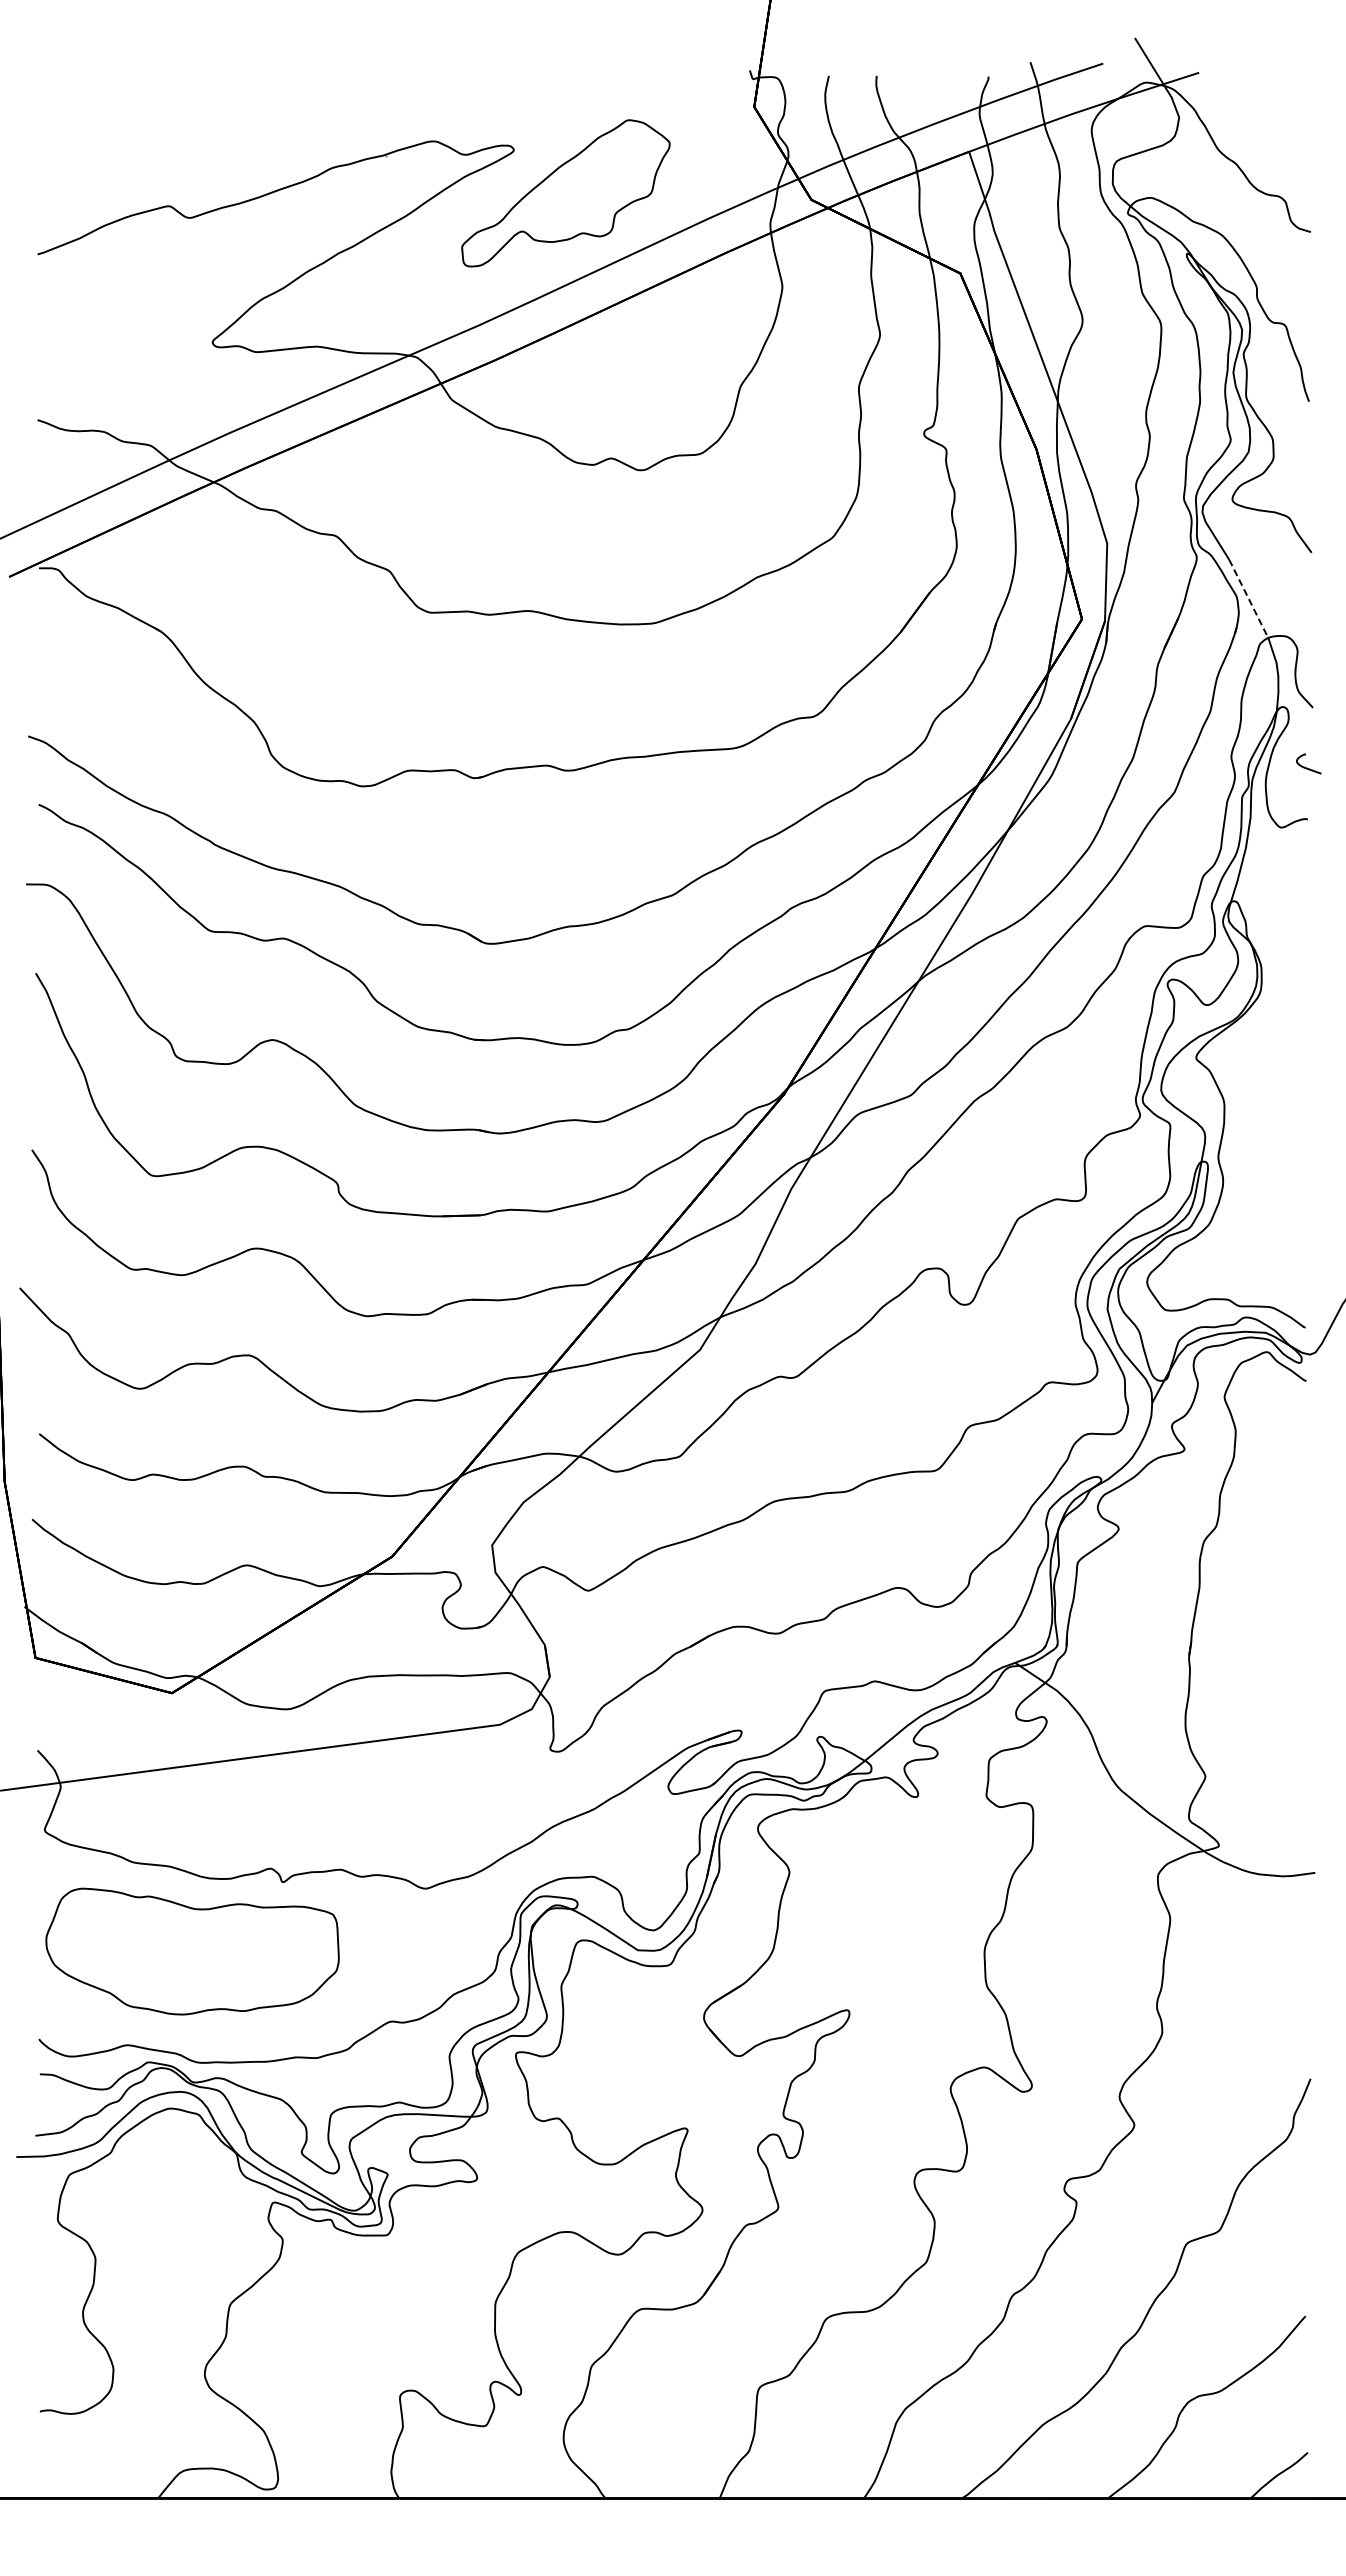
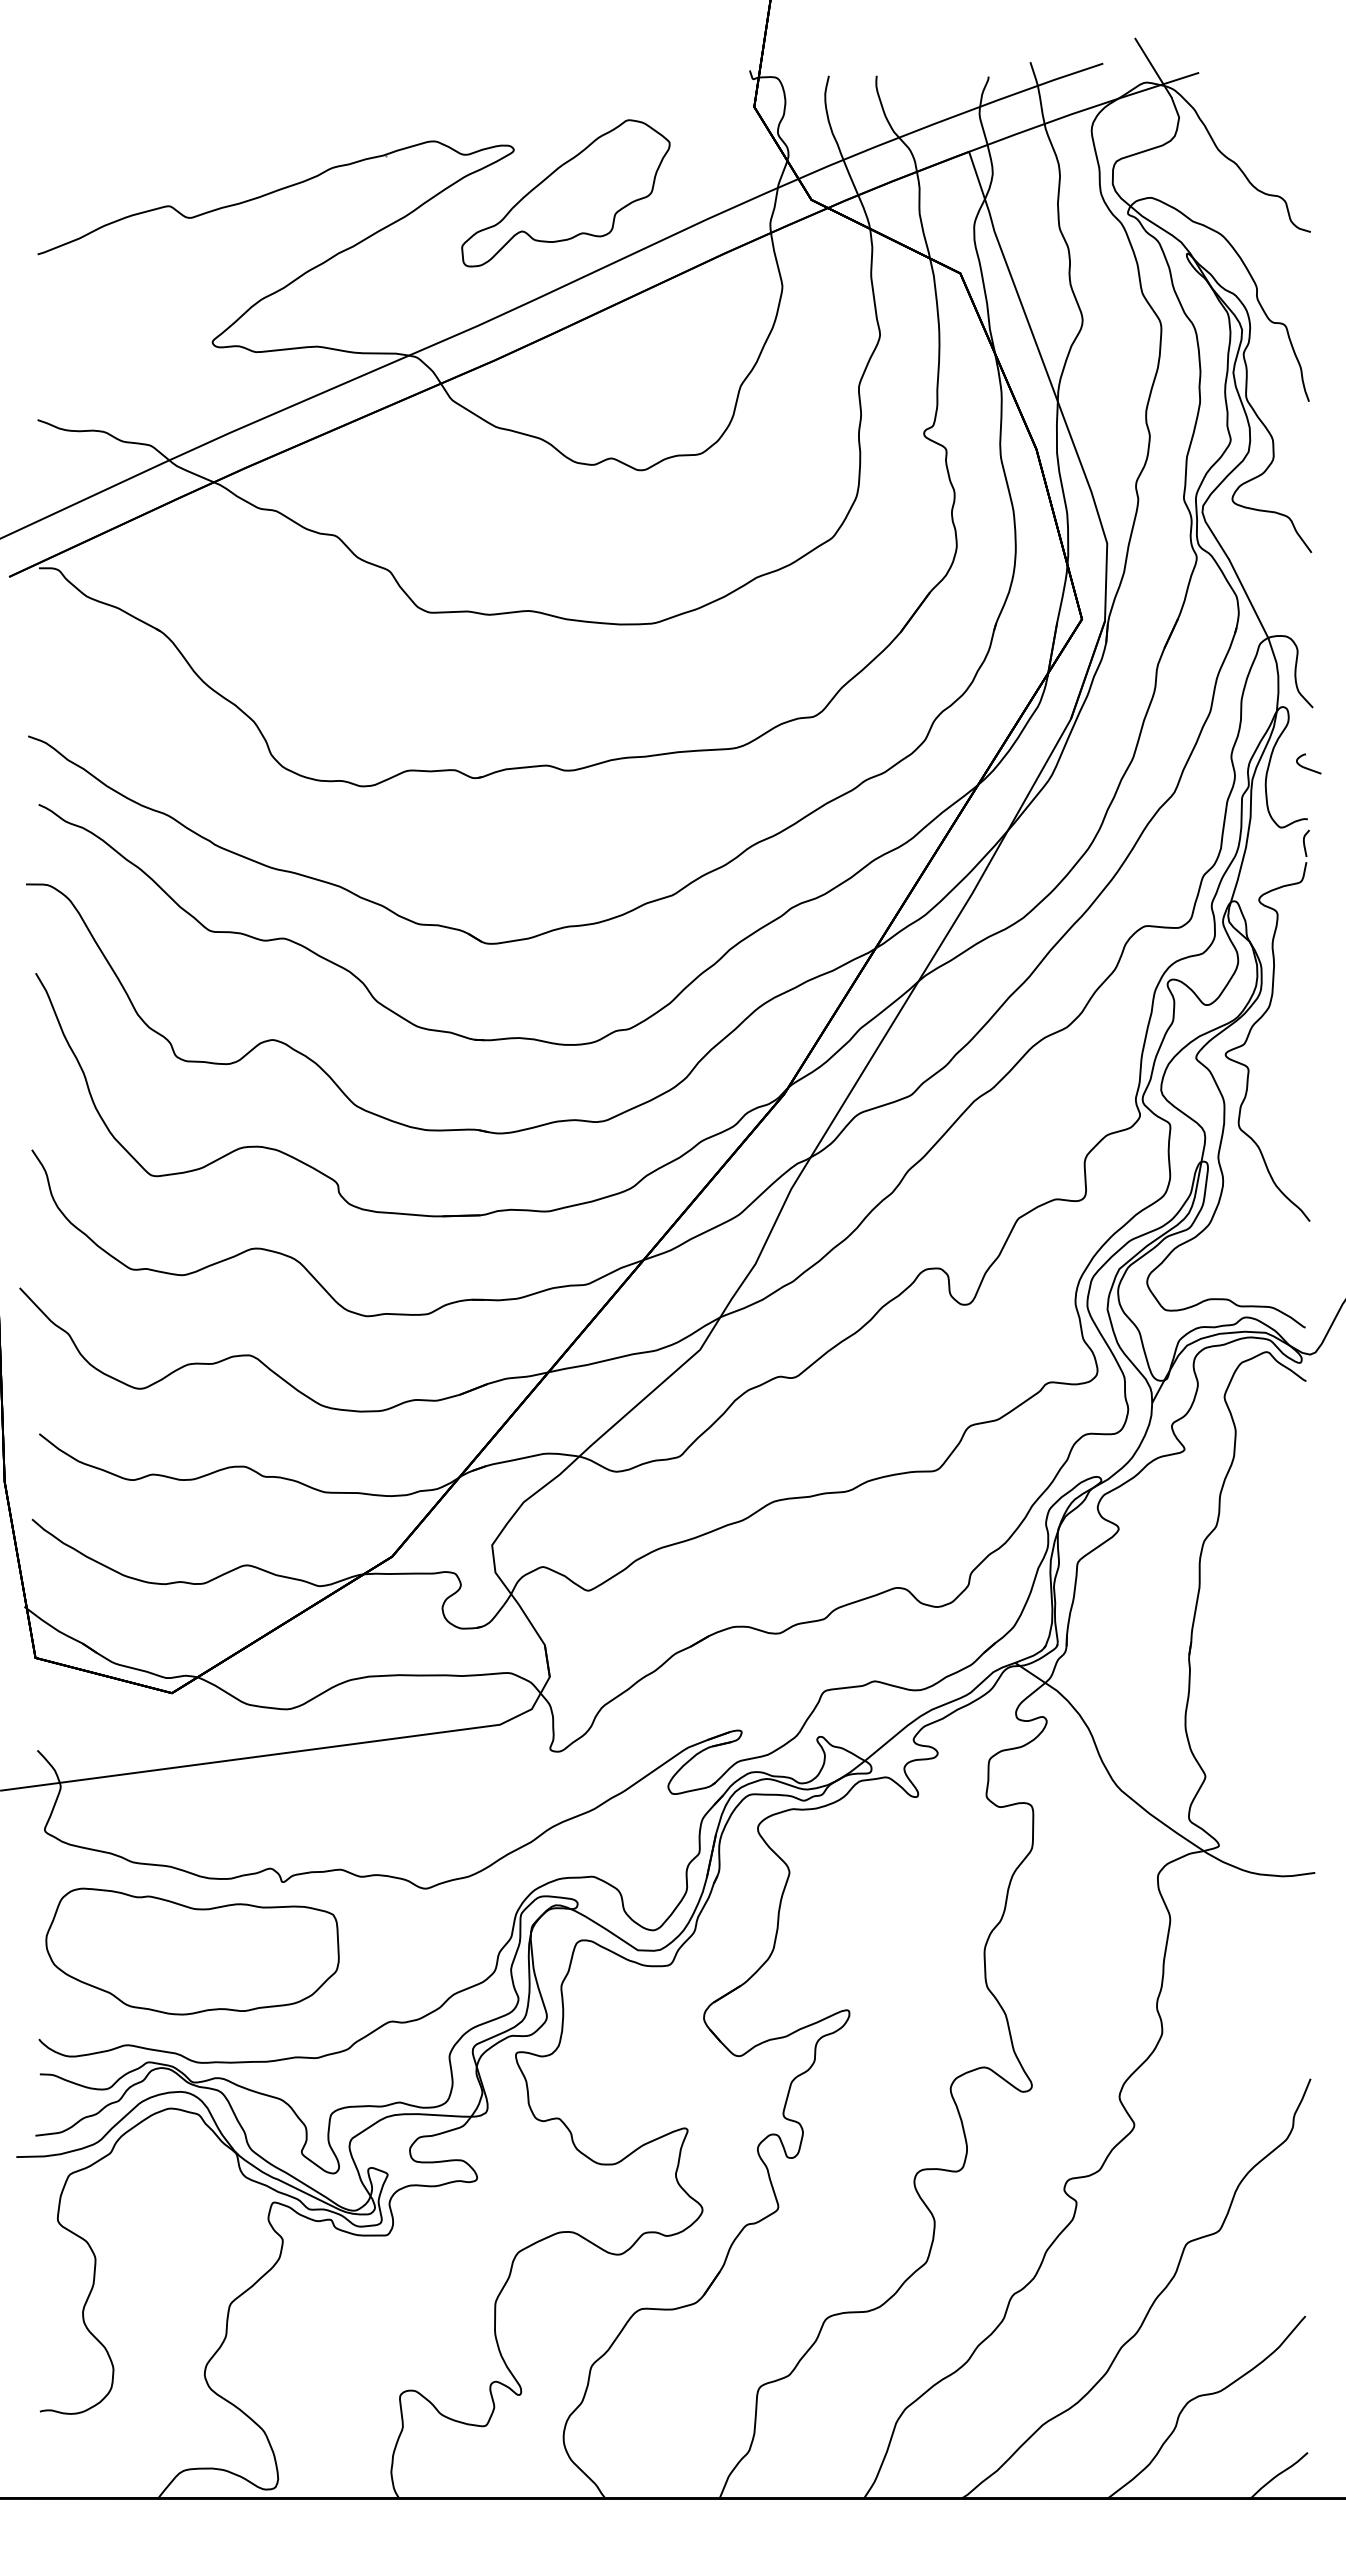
line at (1248, 599): dashed -> solid
part at (1261, 1018): none -> present
